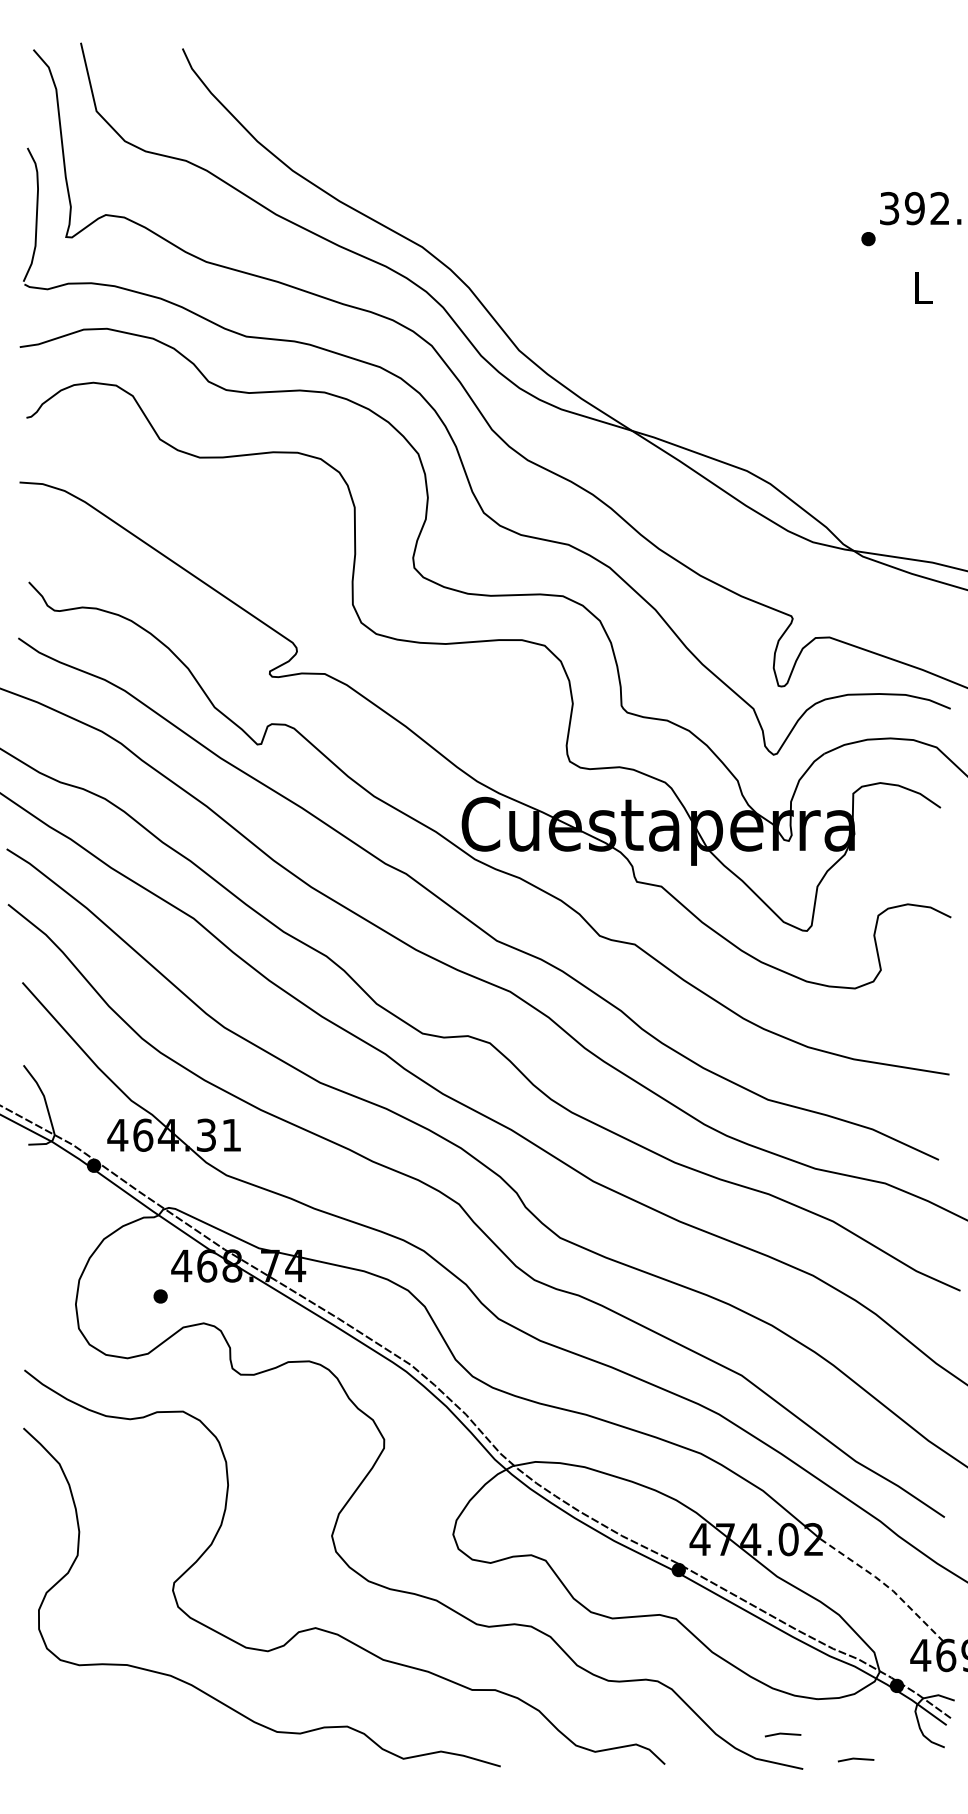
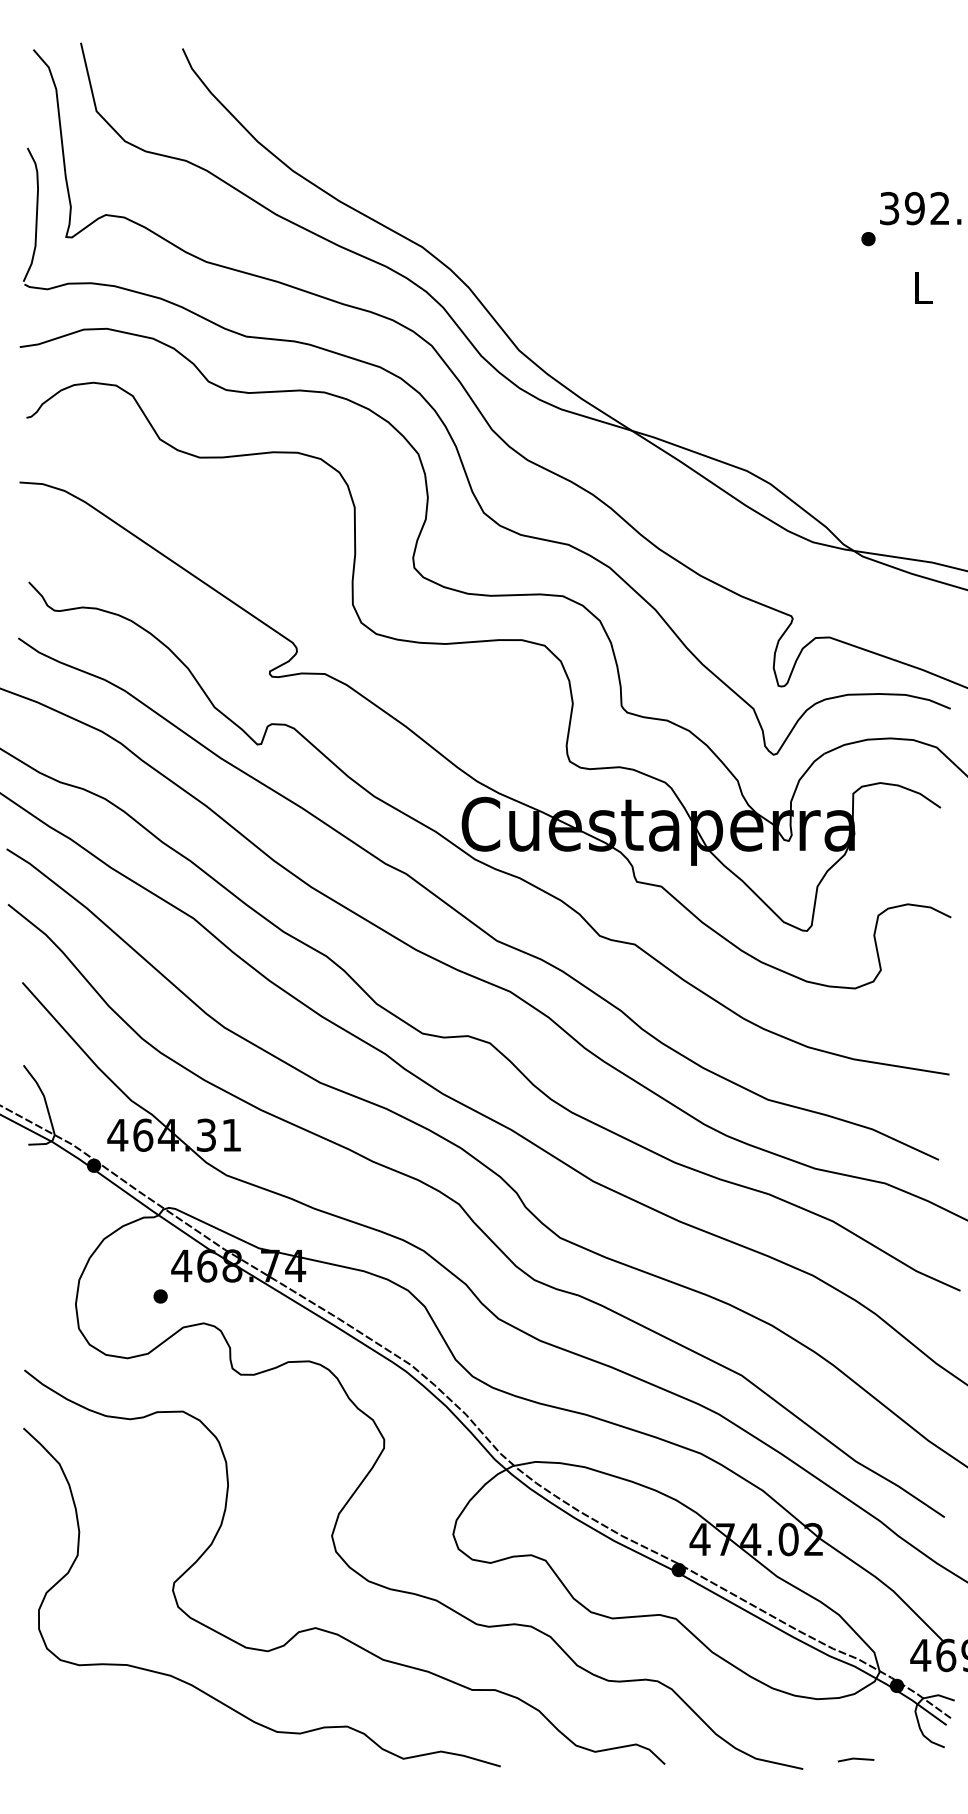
line at (886, 1585): dashed -> solid
line at (782, 1734): present -> none
